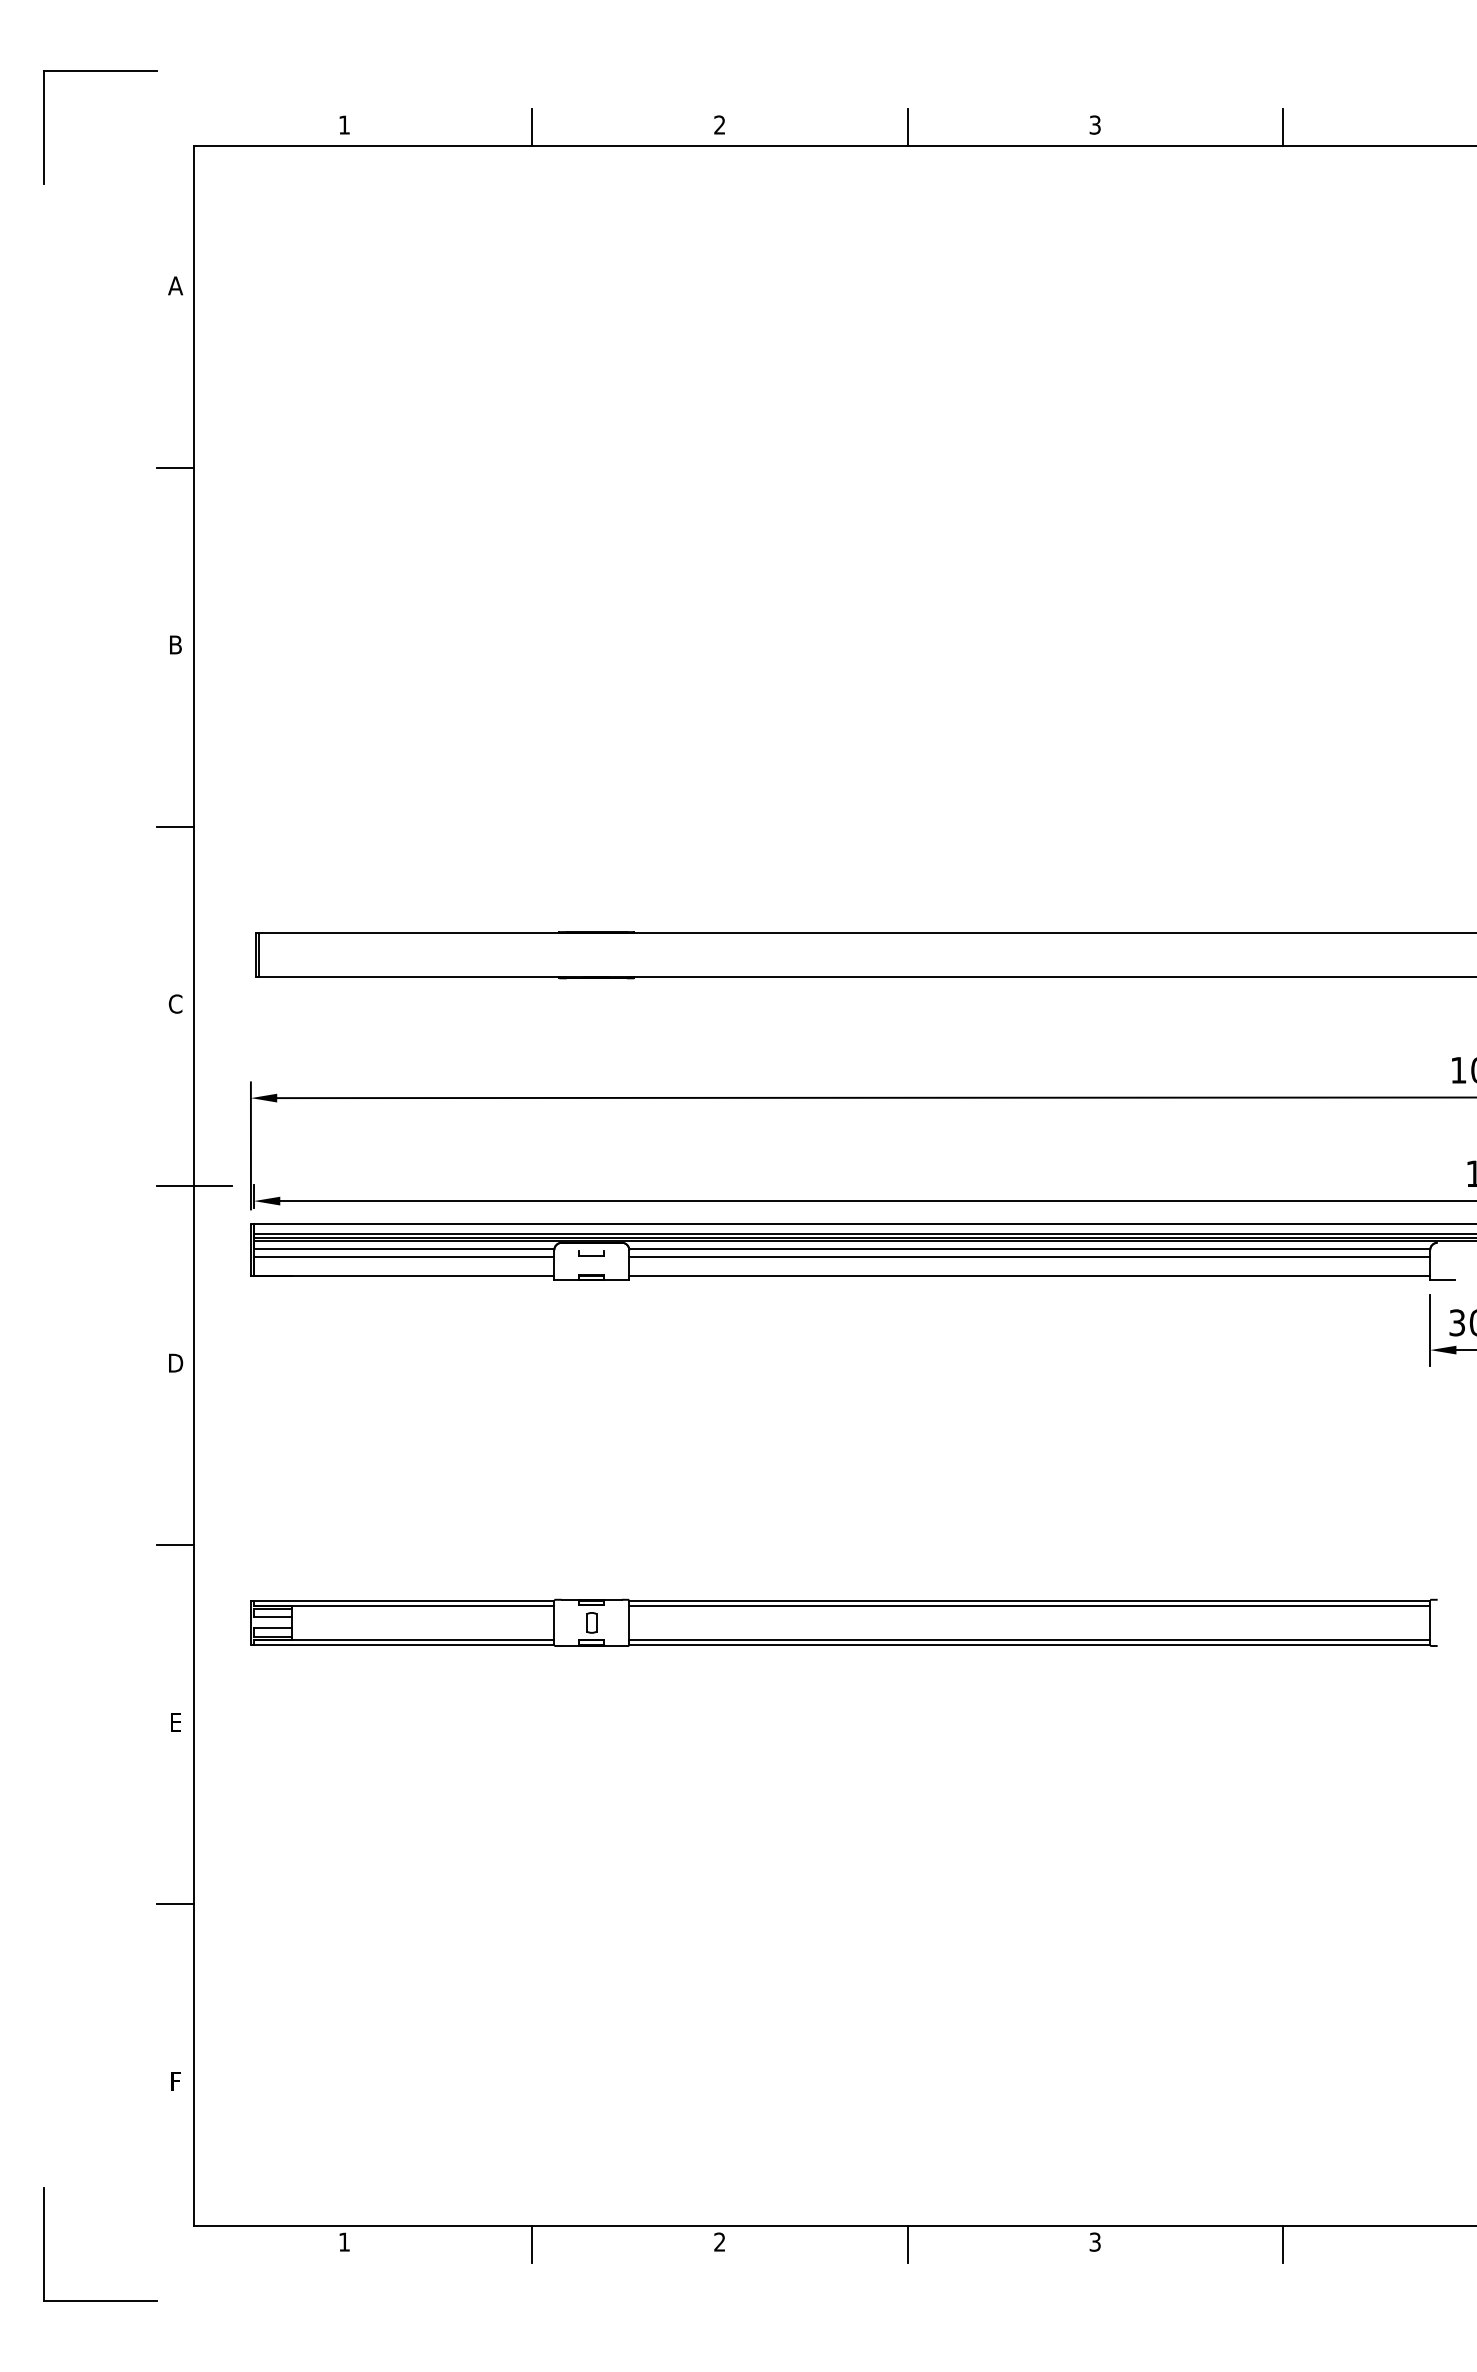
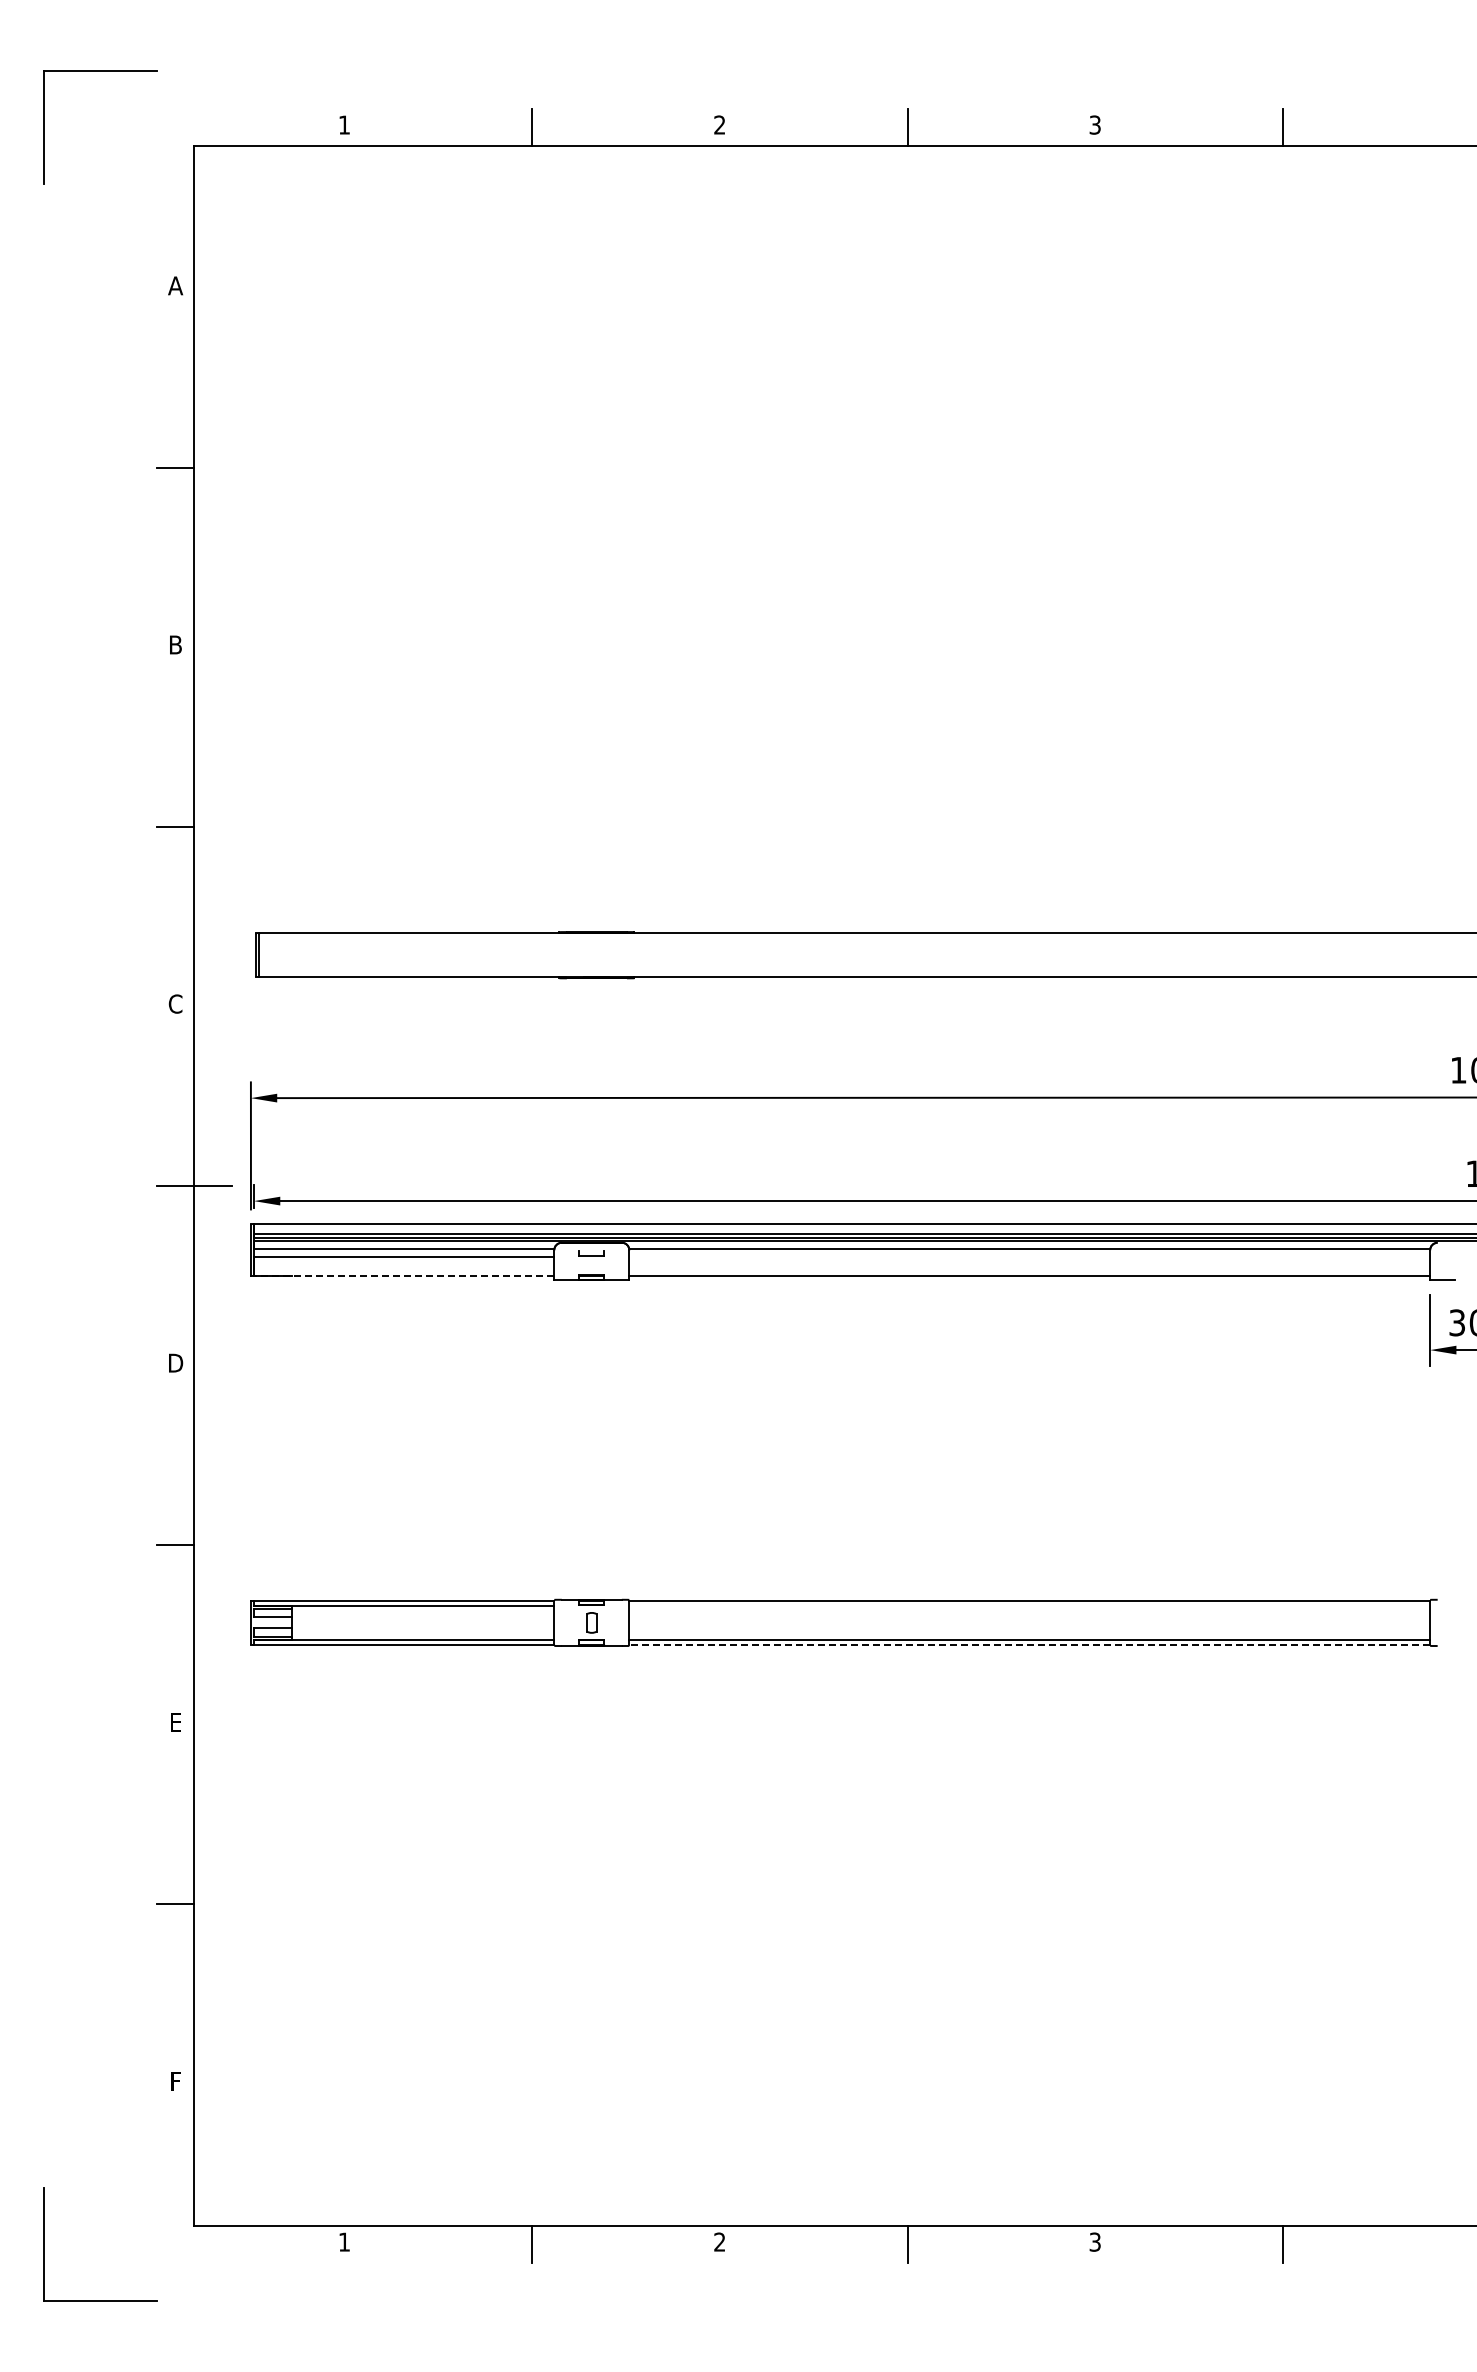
line at (1029, 1256): present -> none
line at (403, 1276): solid -> dashed
line at (1029, 1605): present -> none
line at (1029, 1644): solid -> dashed
